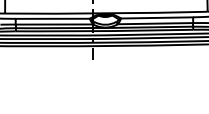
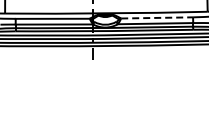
line at (157, 17): solid -> dashed
